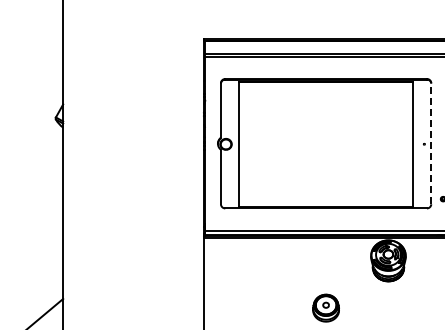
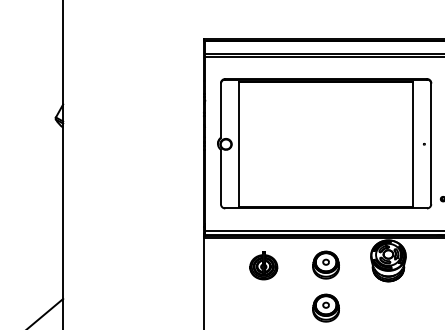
line at (431, 143): dashed -> solid
part at (325, 264): none -> present
part at (263, 265): none -> present
